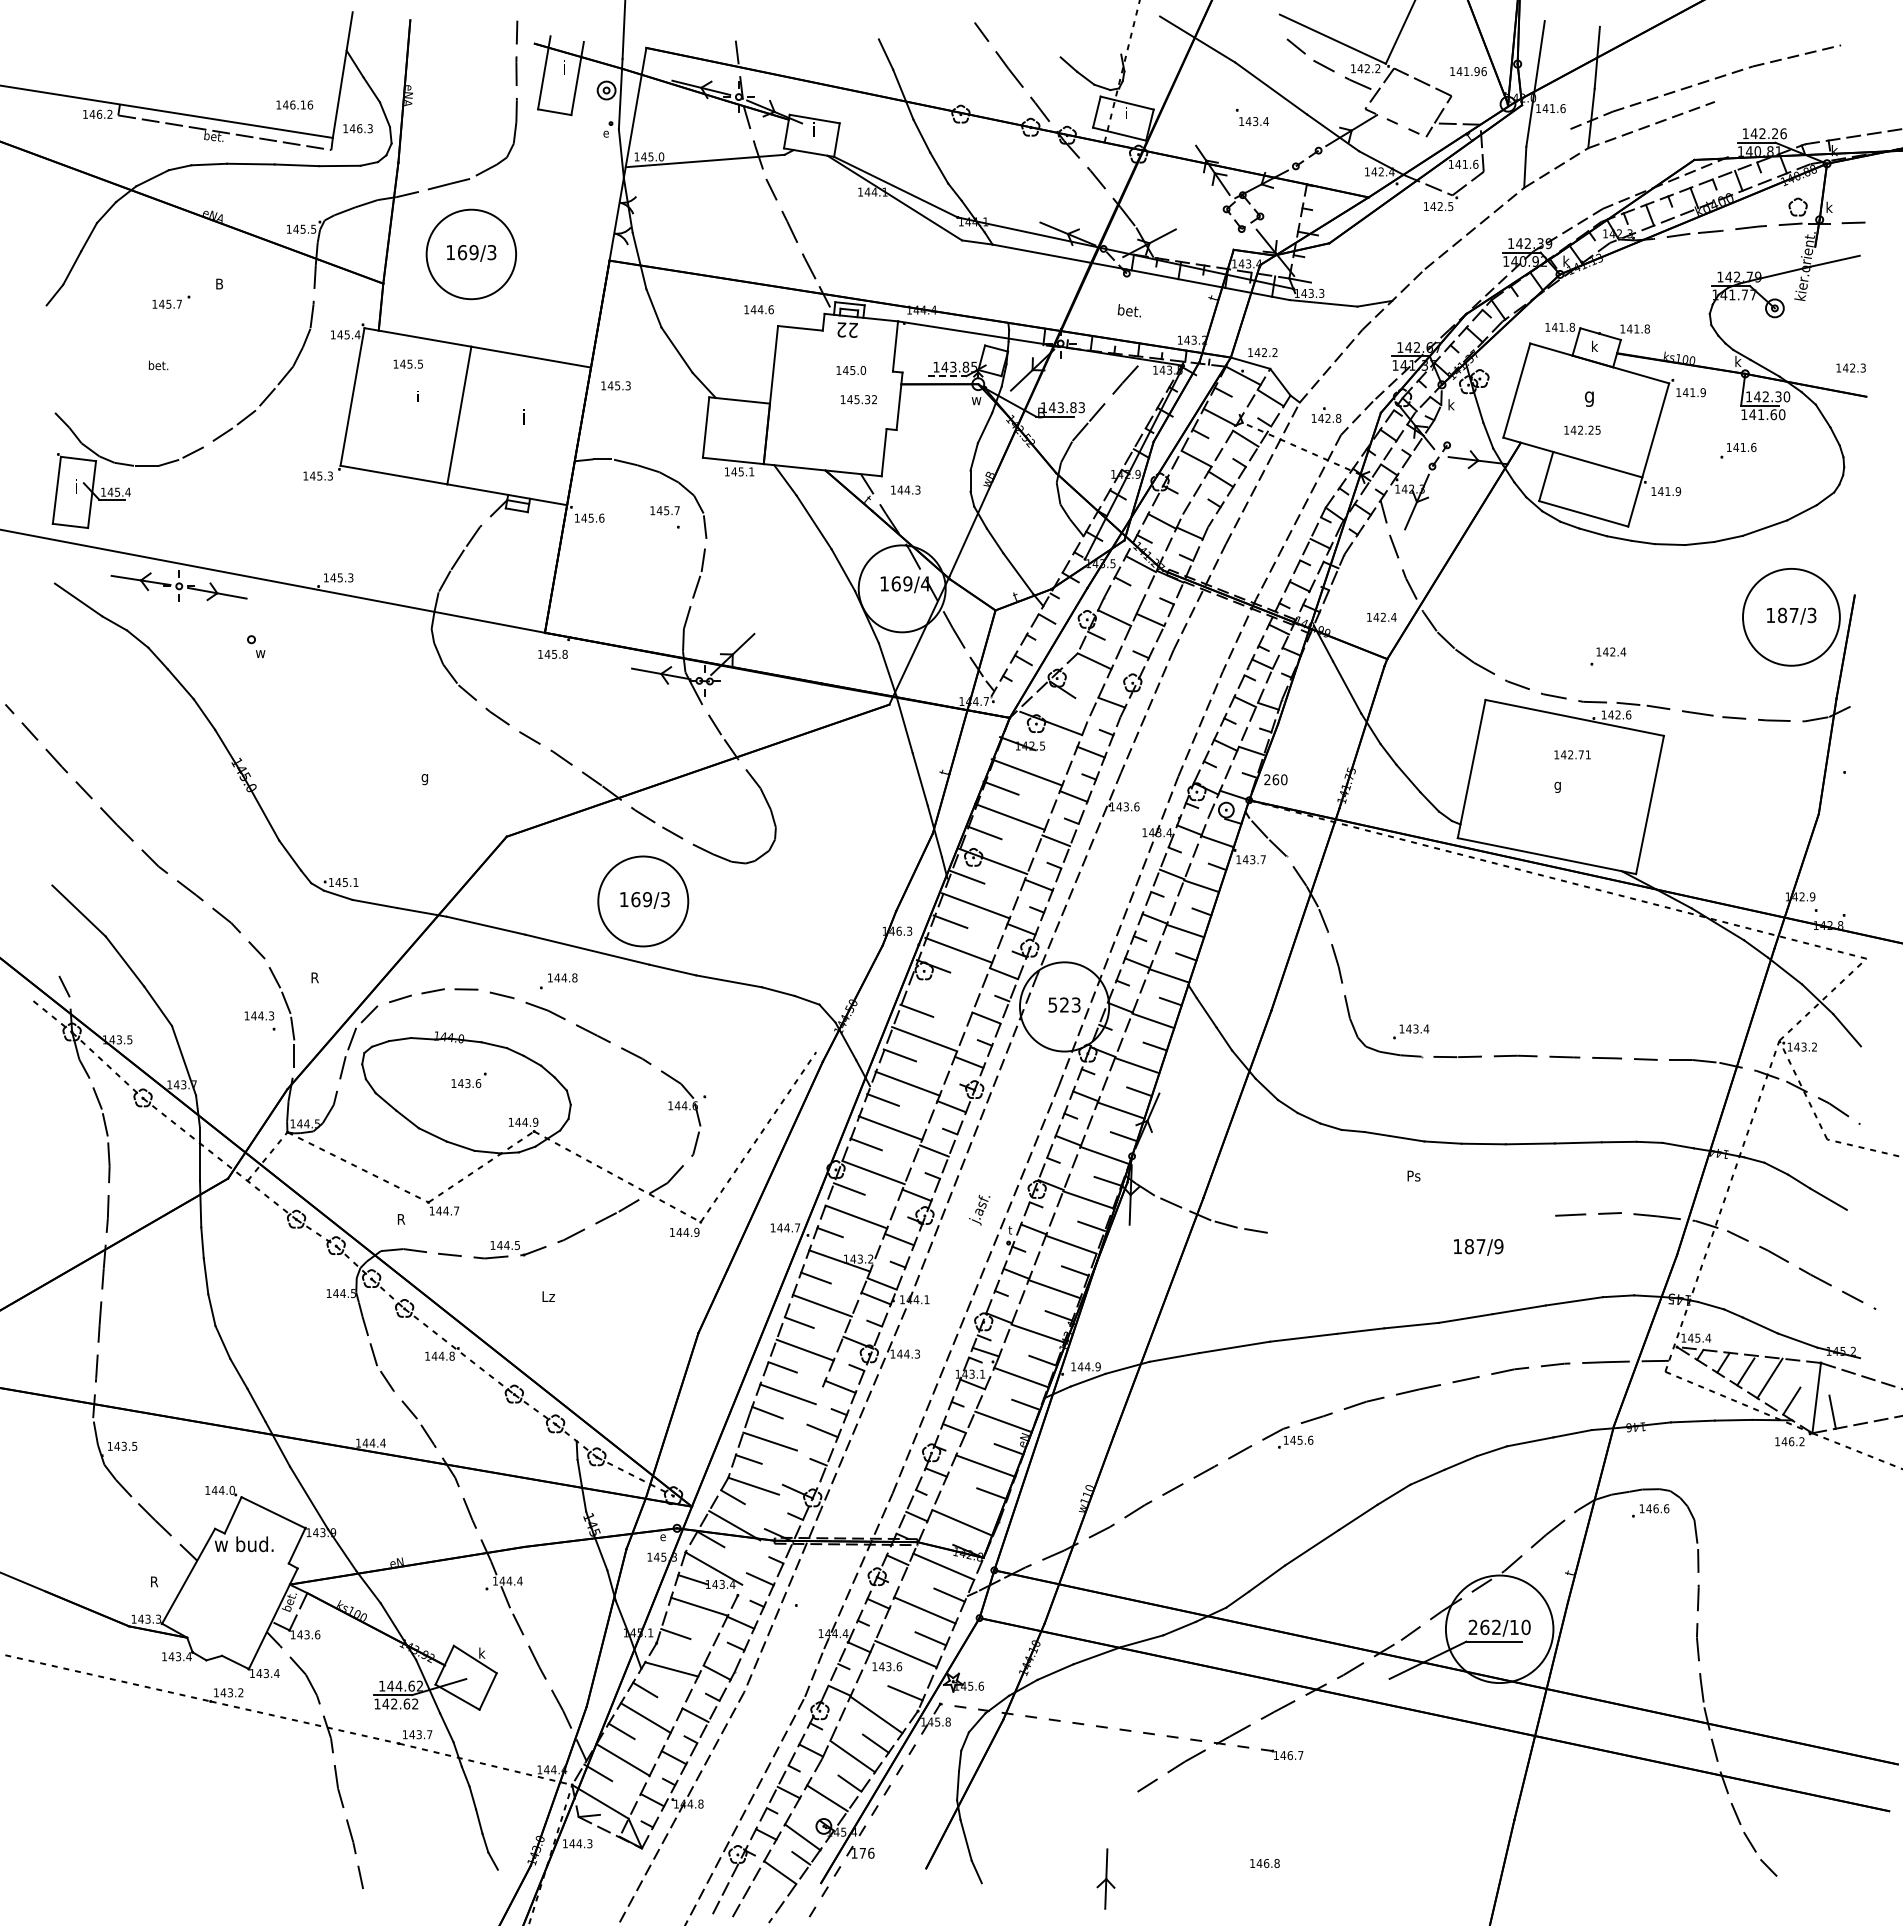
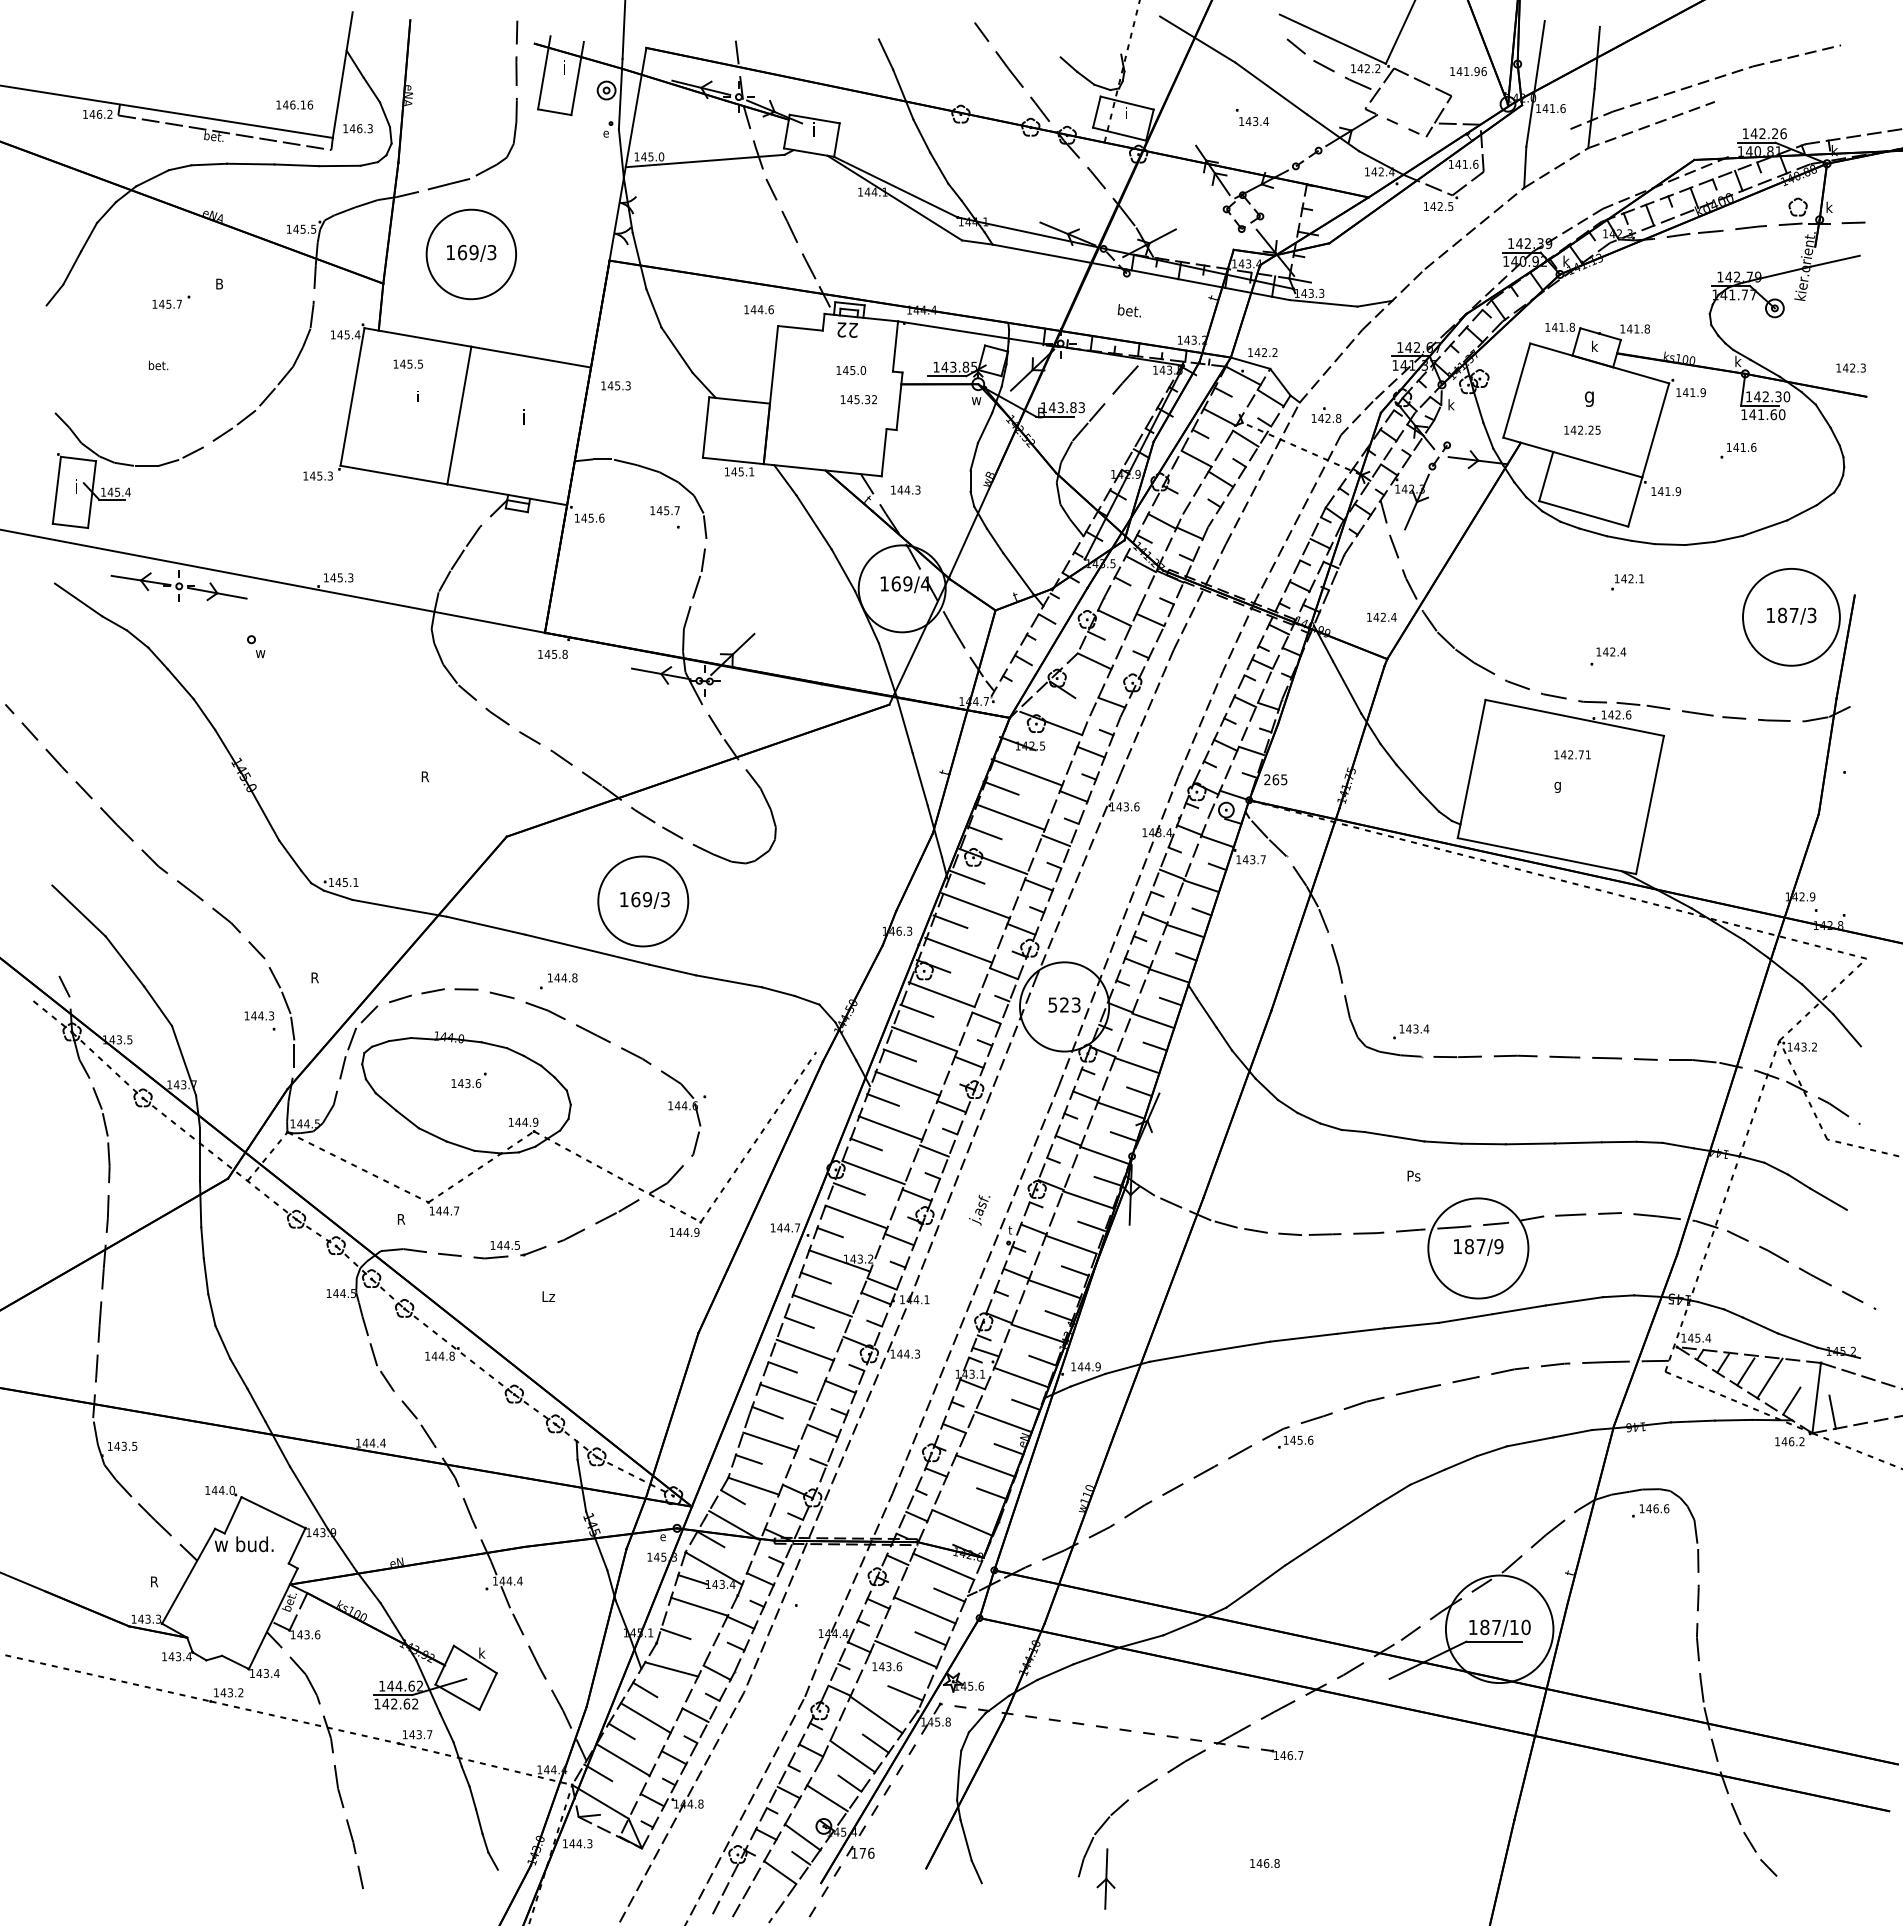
line at (947, 376): dashed -> solid
part at (1627, 582): none -> present
text at (424, 778): g -> R
text at (1284, 779): 260 -> 265
line at (941, 994): none -> present
part at (1427, 1248): none -> present
line at (779, 1491): none -> present
text at (1484, 1626): 262/10 -> 187/10
part at (1096, 1834): none -> present
